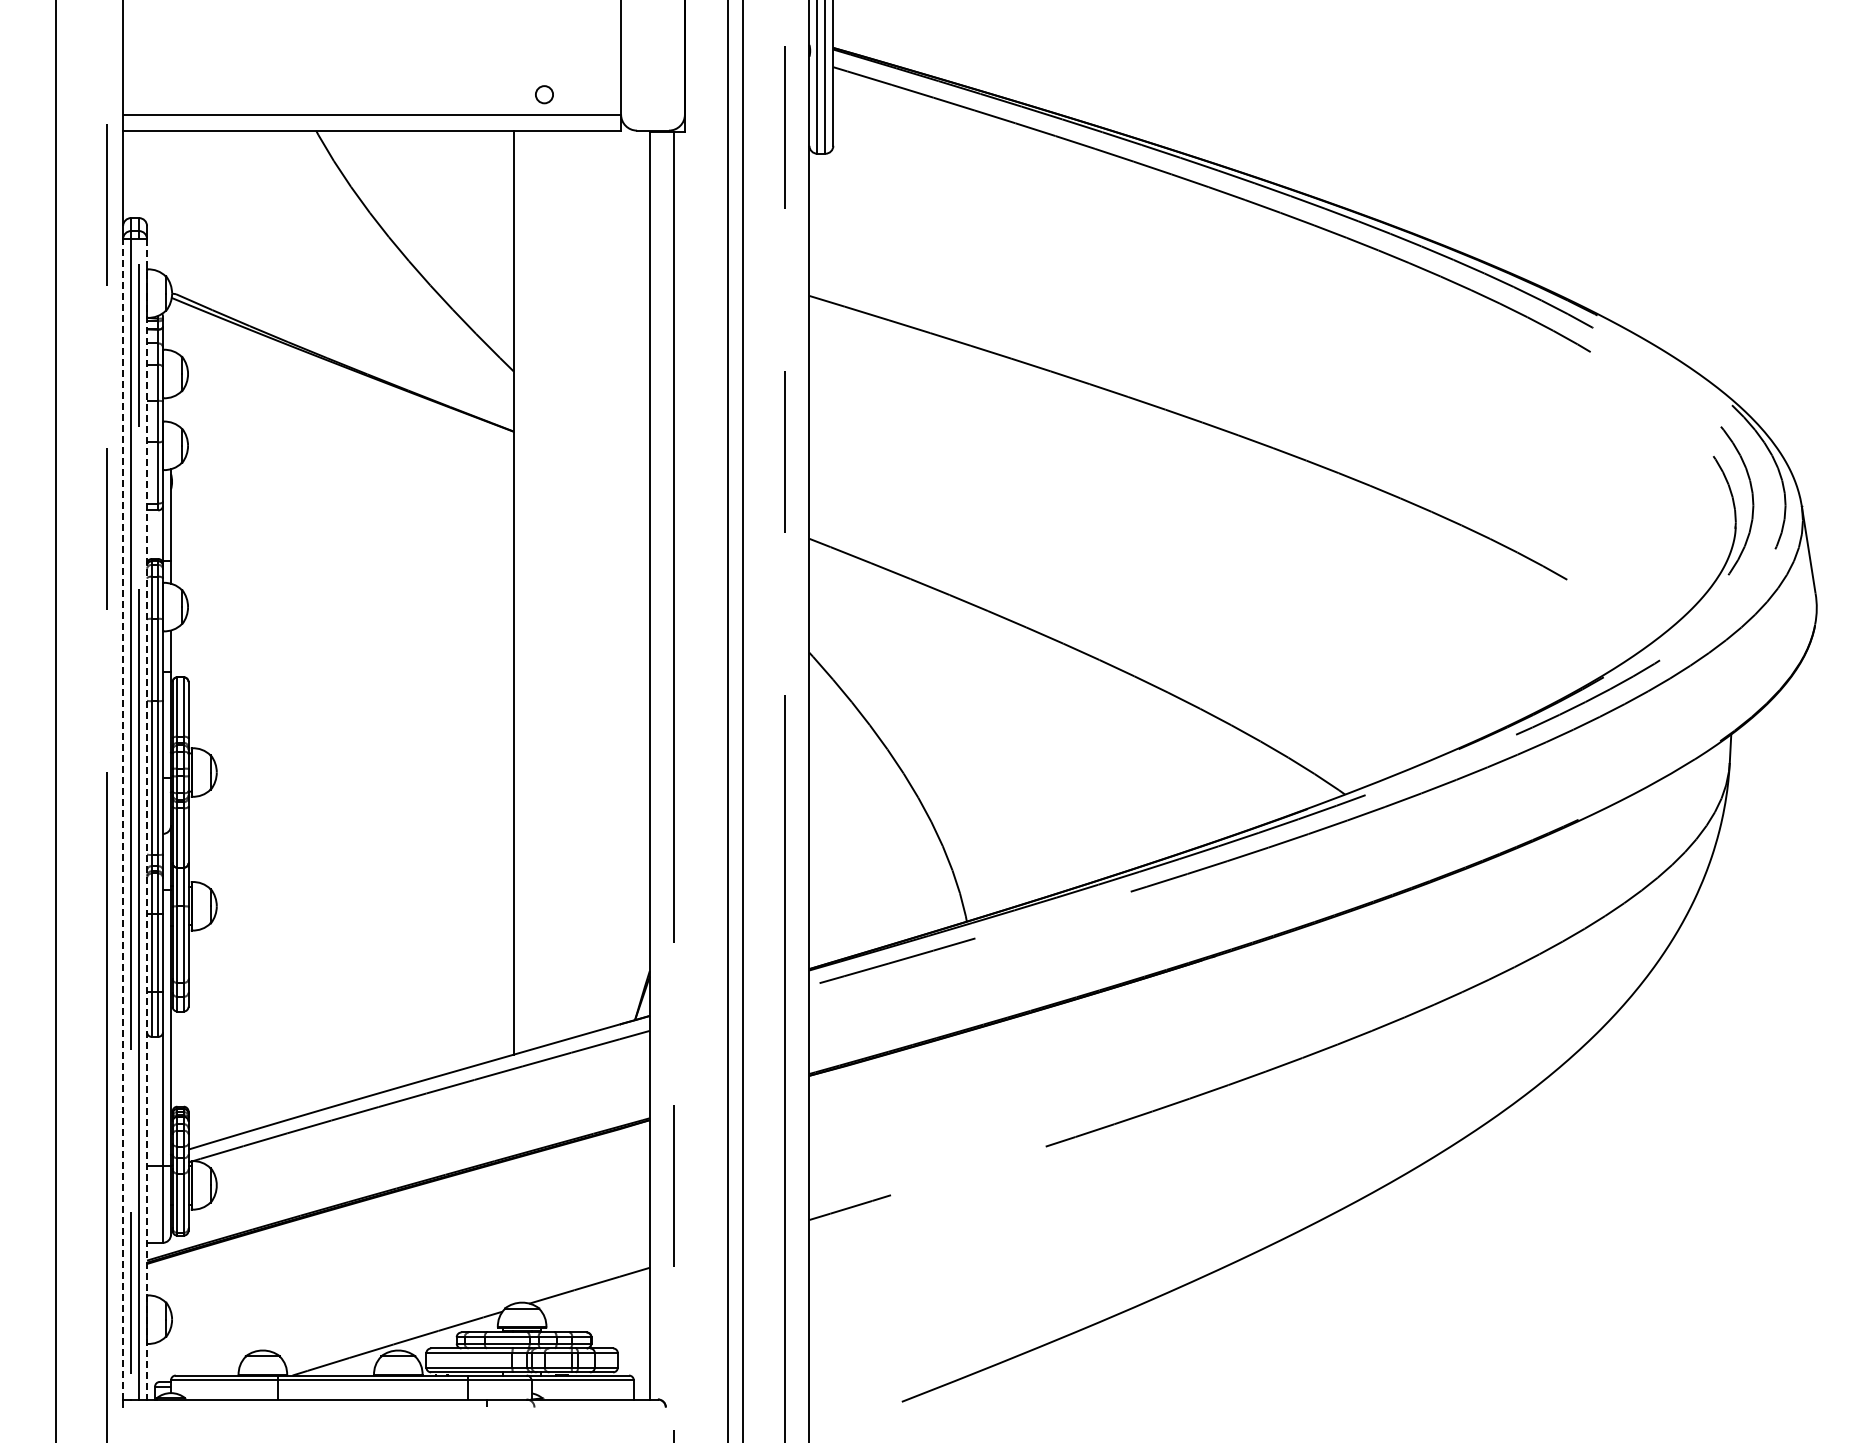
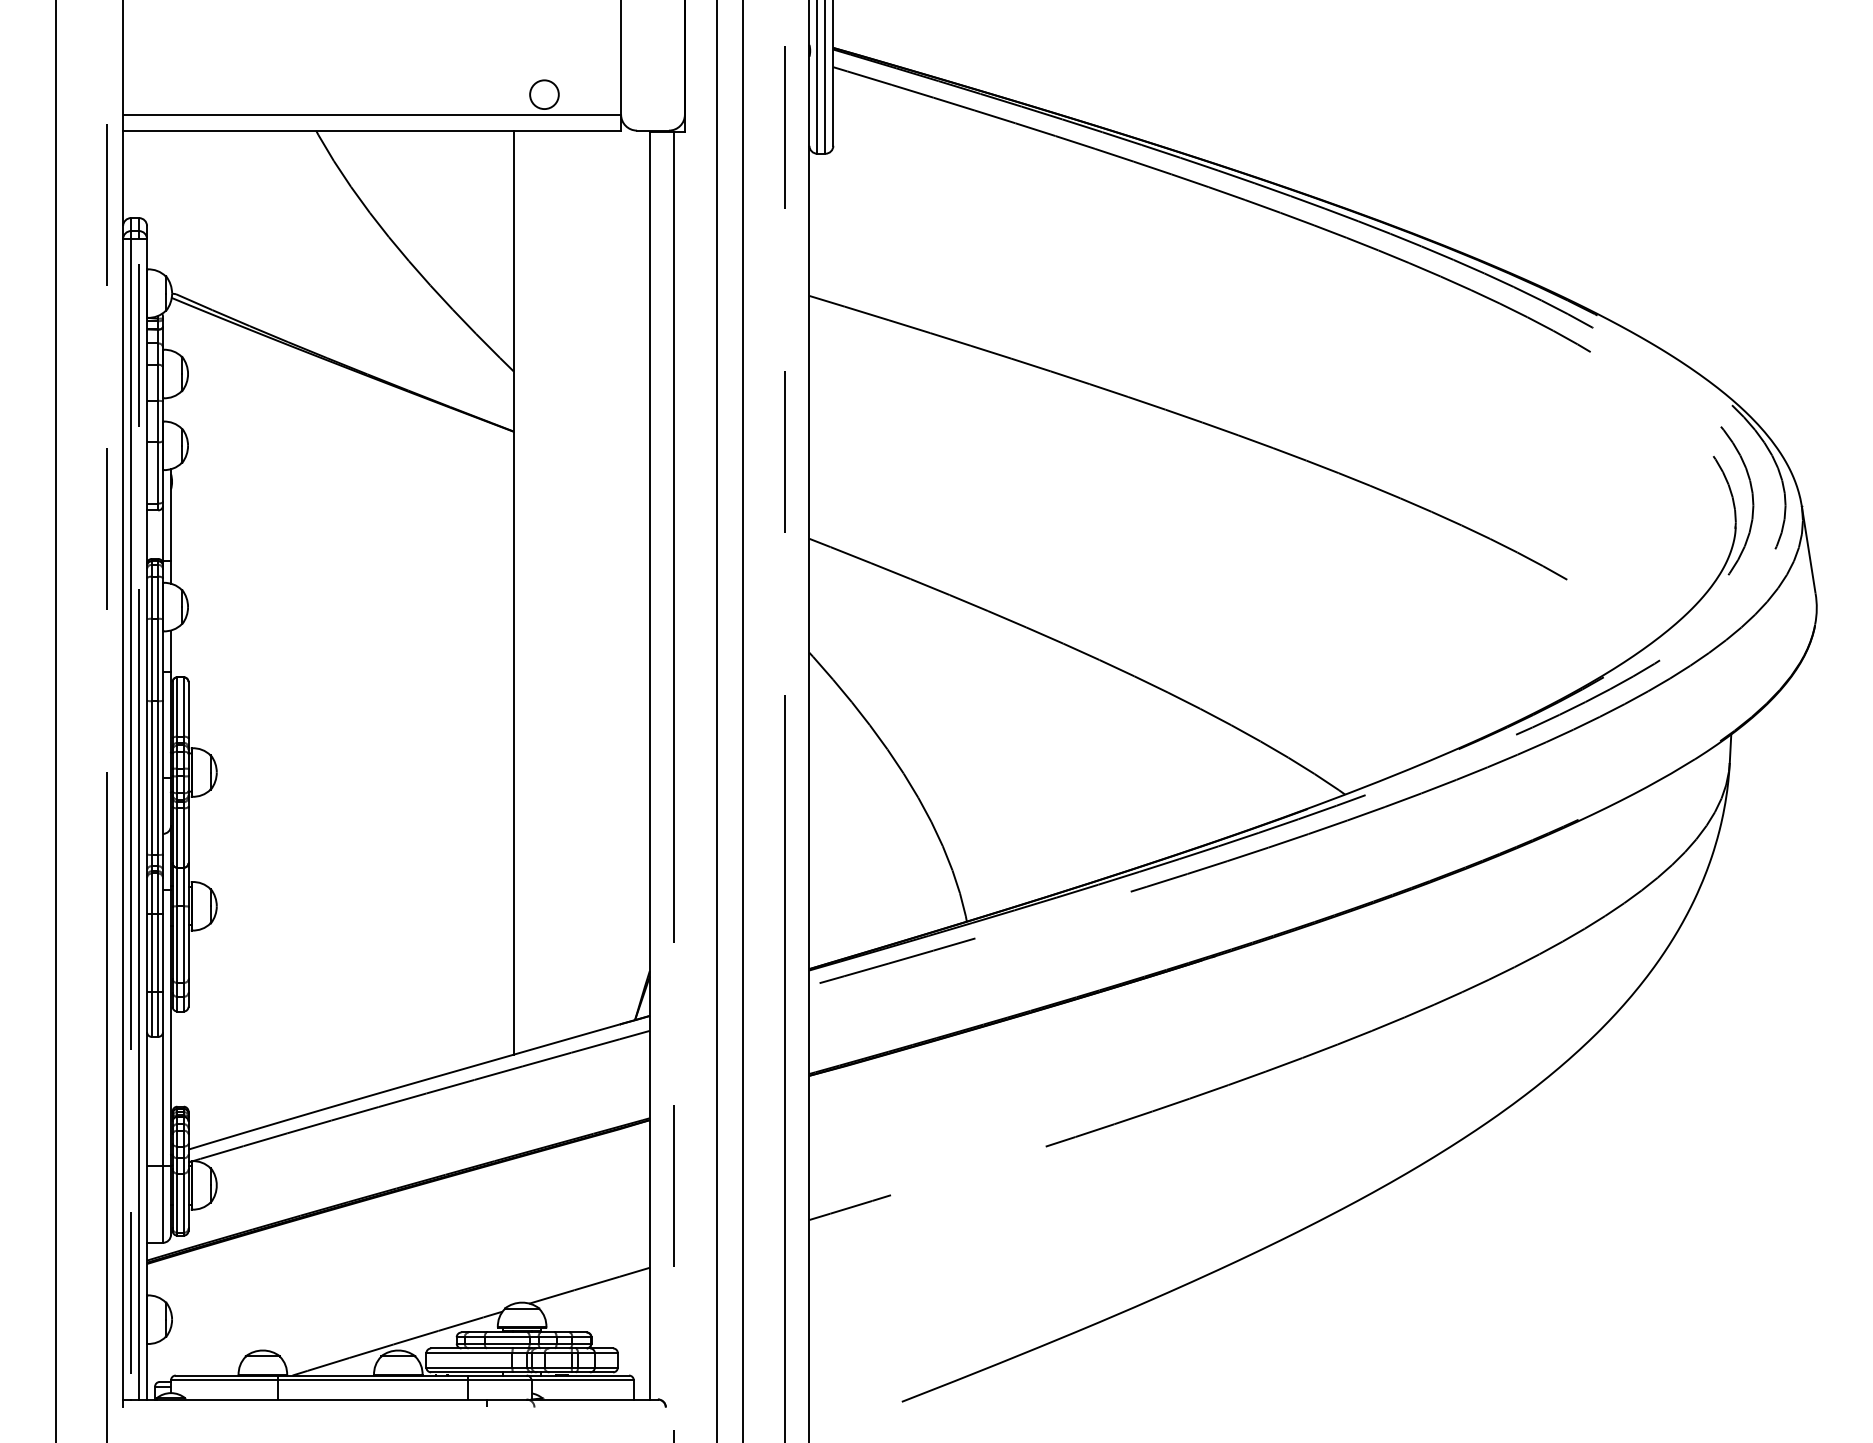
circle at (544, 94) diameter: 17 px -> 29 px
line at (727, 720) position: (727, 720) -> (716, 720)
line at (123, 818): dashed -> solid
line at (147, 819): dashed -> solid
